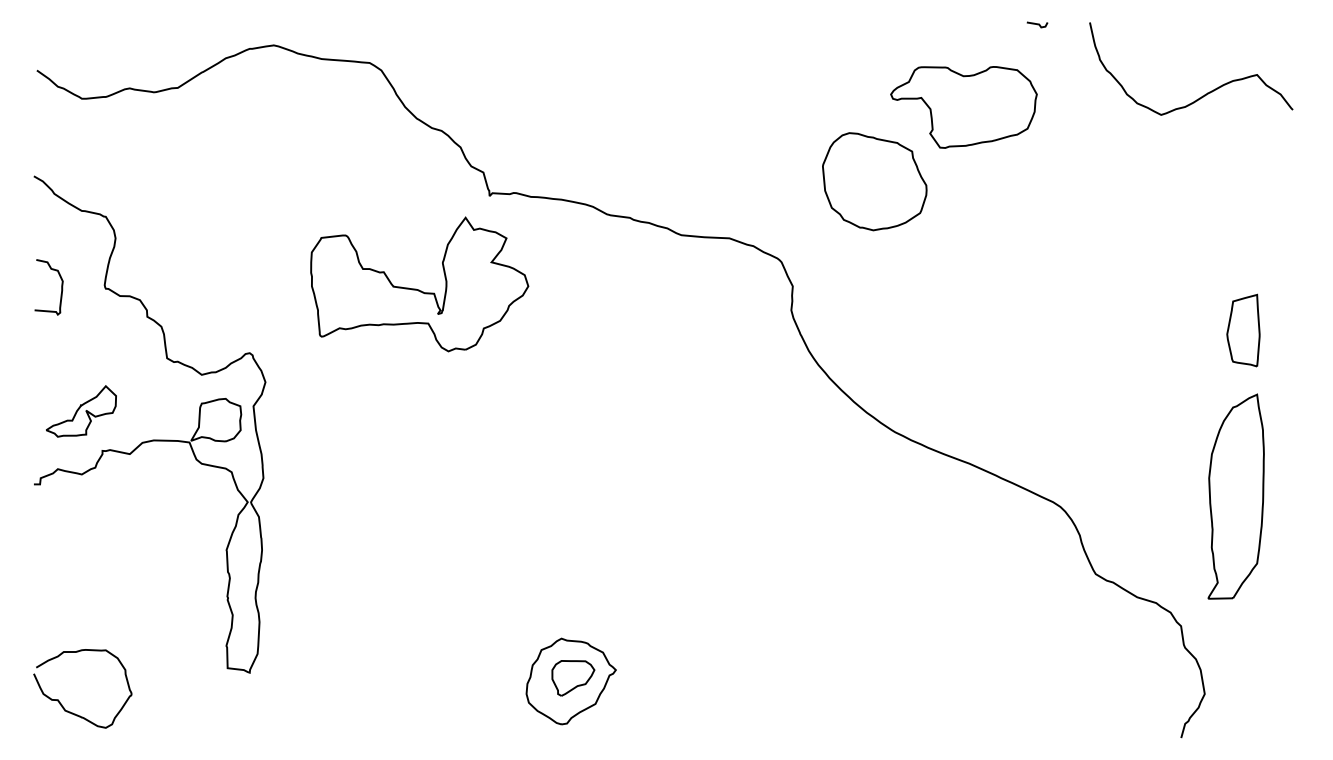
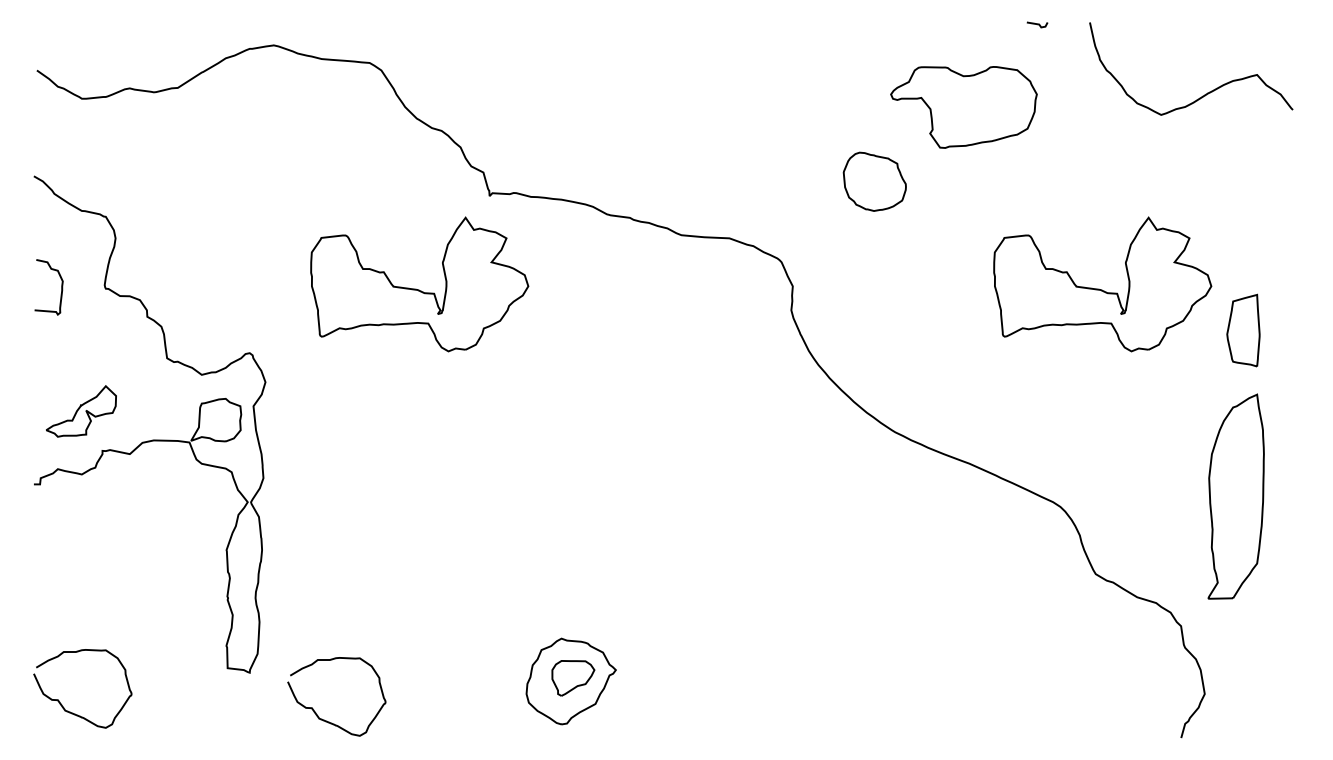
part at (874, 181) size: 106x100 px -> 65x61 px
part at (1102, 284): none -> present
curve at (316, 712): none -> present
